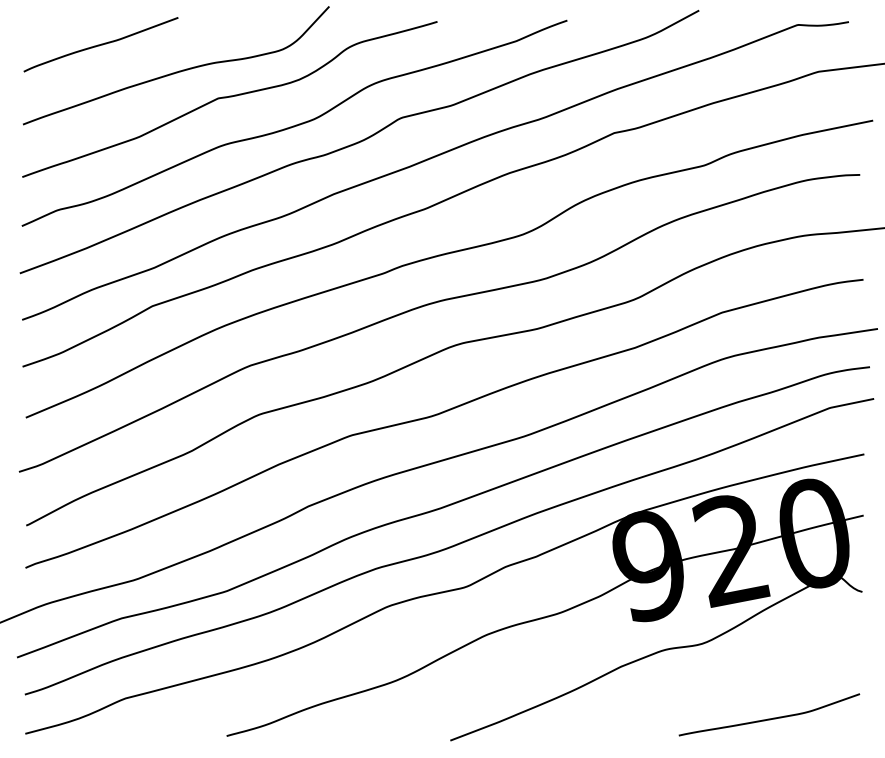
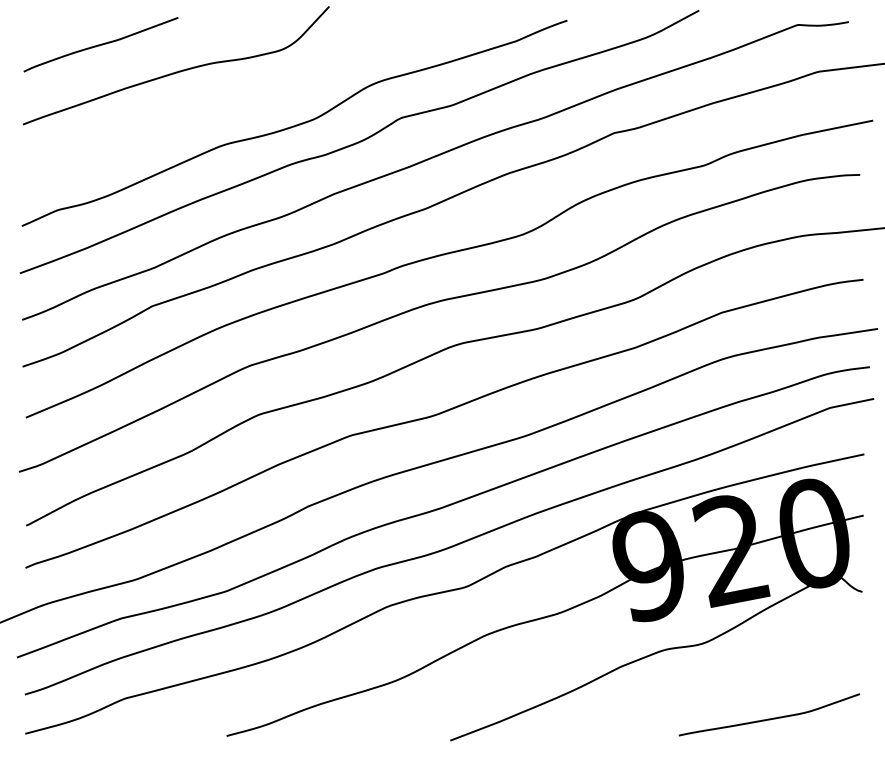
curve at (229, 97): present -> none
